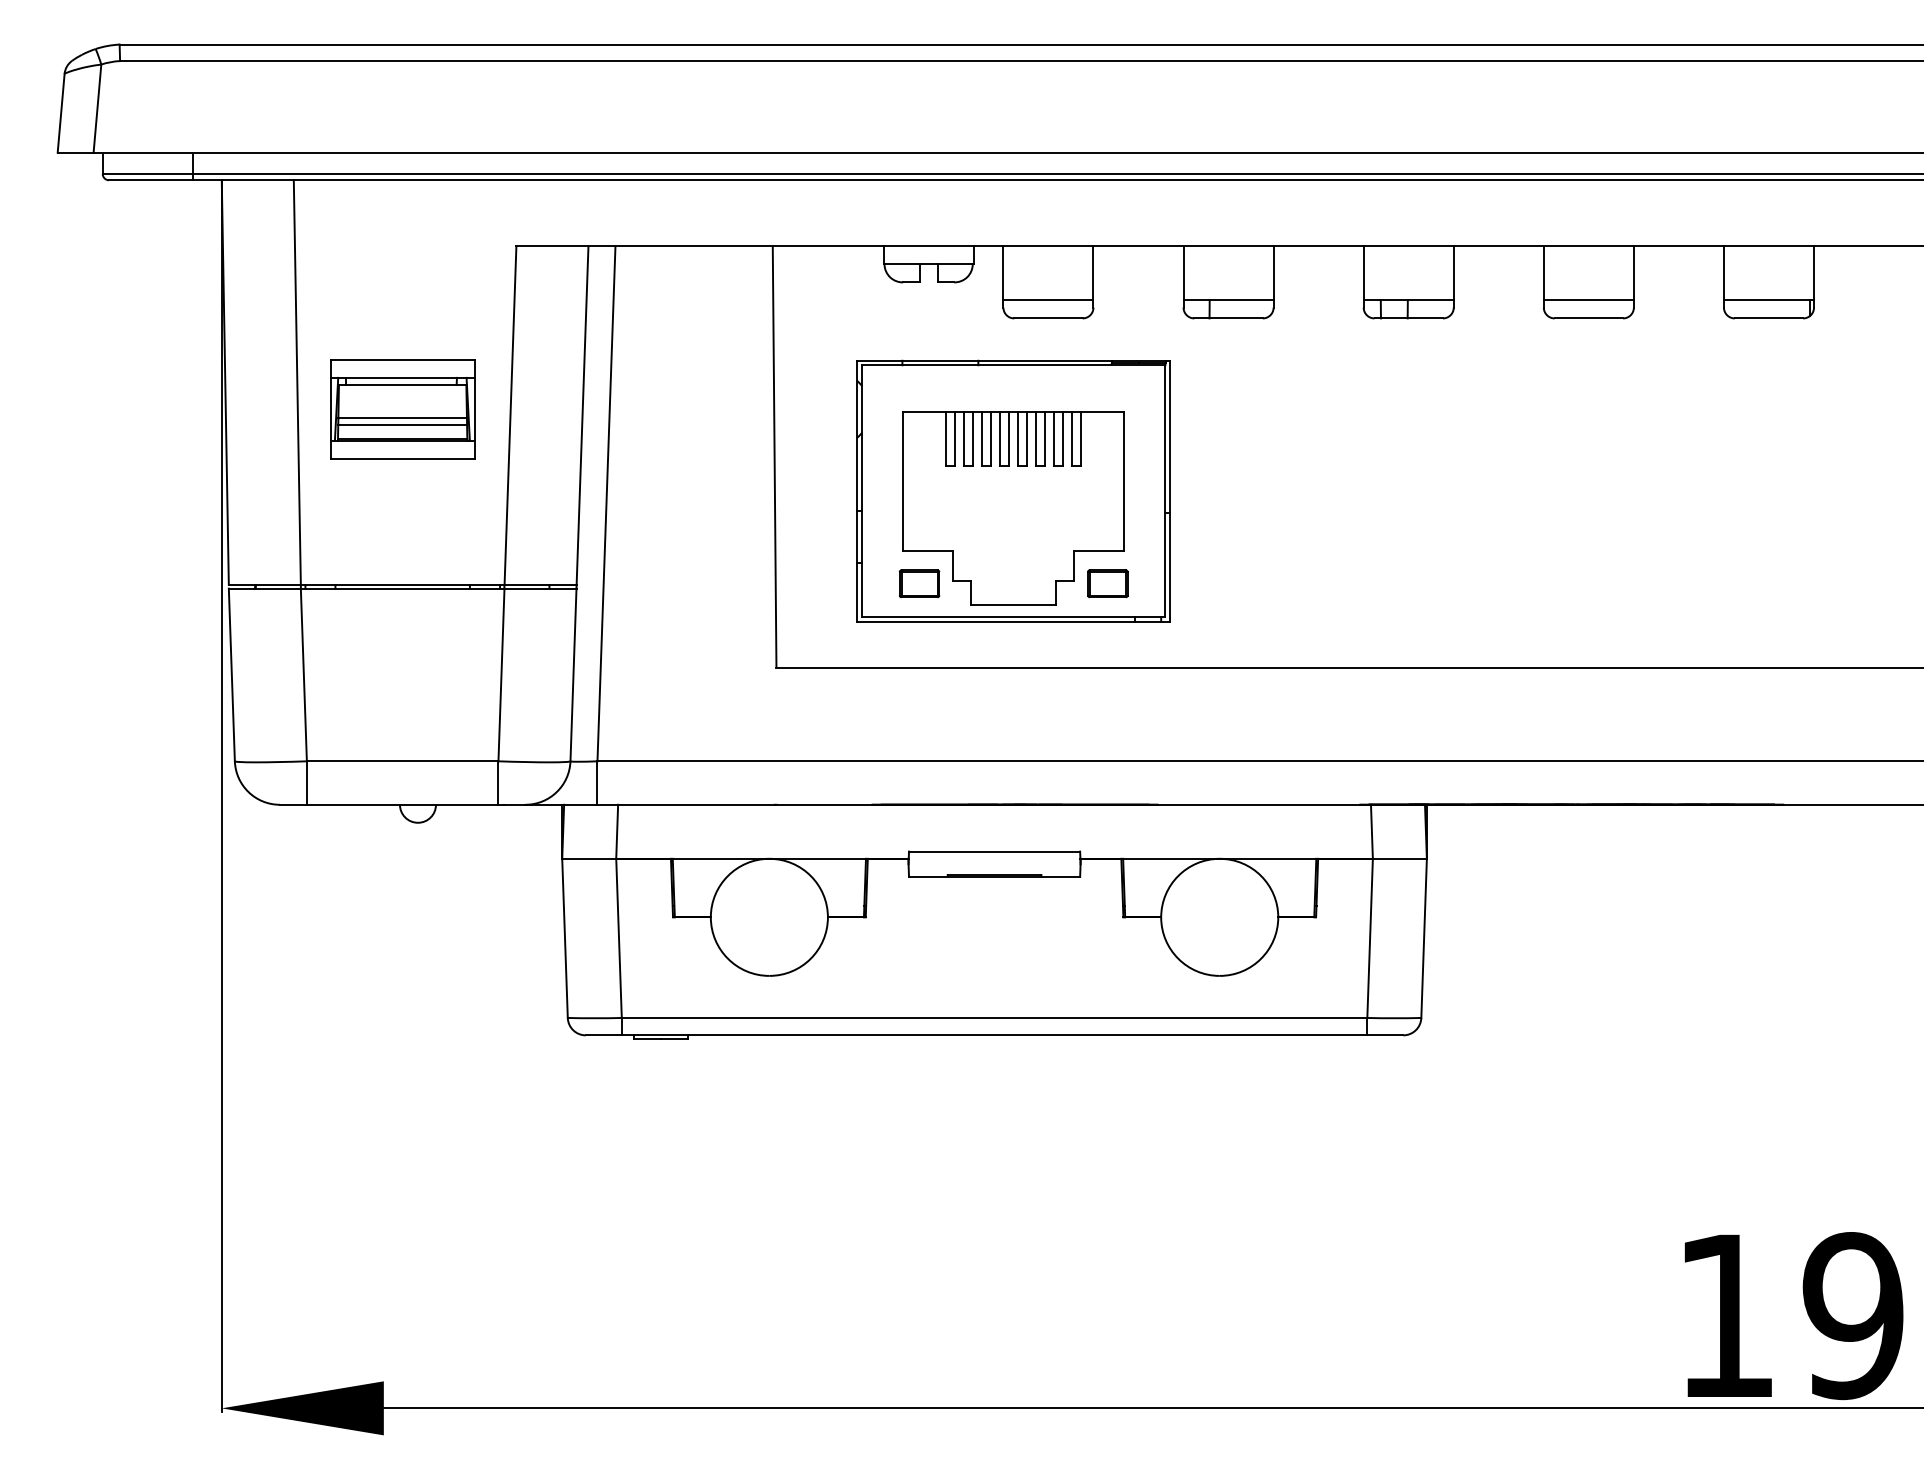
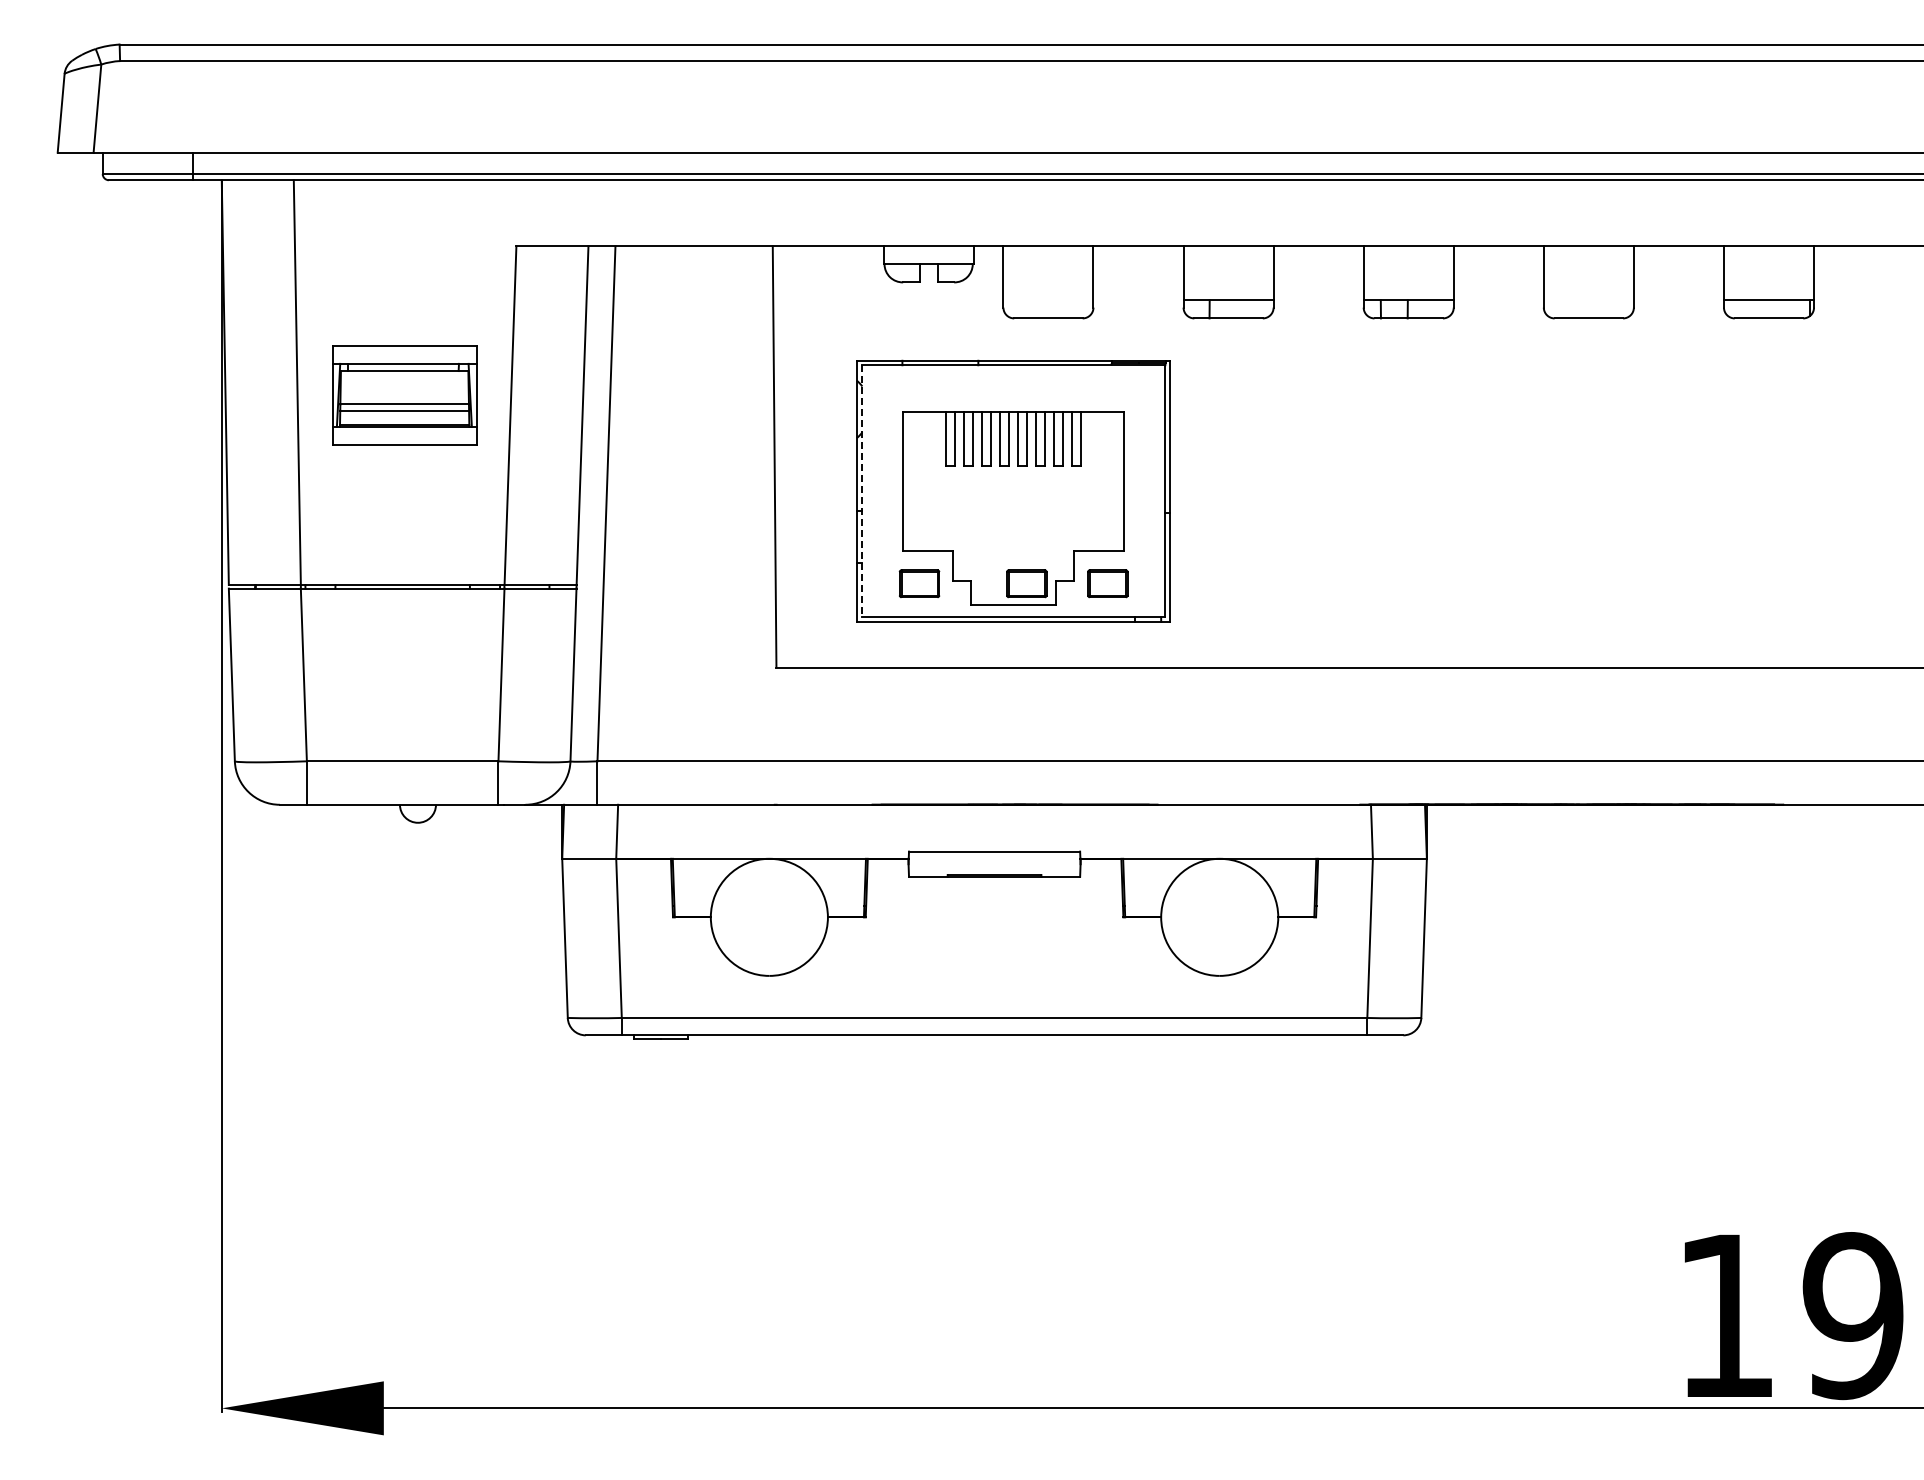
line at (1048, 300): present -> none
line at (1588, 300): present -> none
part at (402, 409) position: (402, 409) -> (404, 395)
line at (862, 491): solid -> dashed
part at (1026, 583): none -> present
